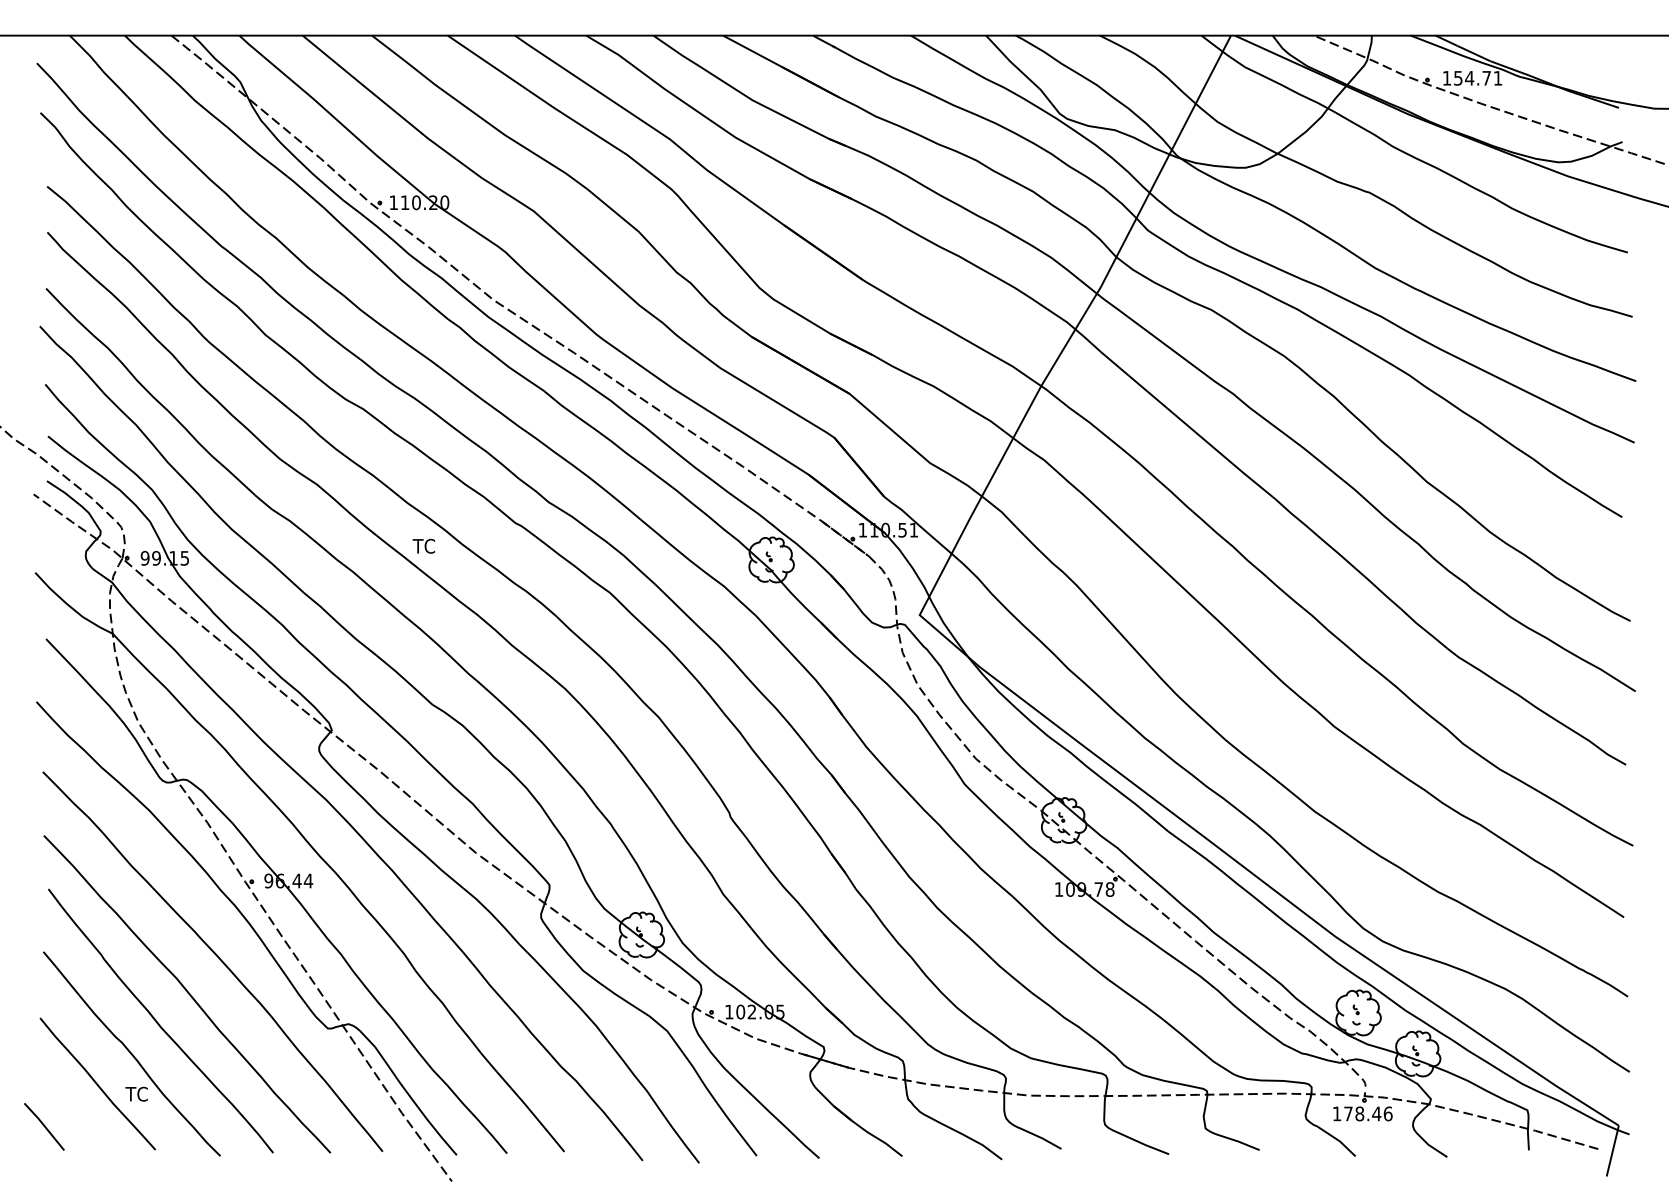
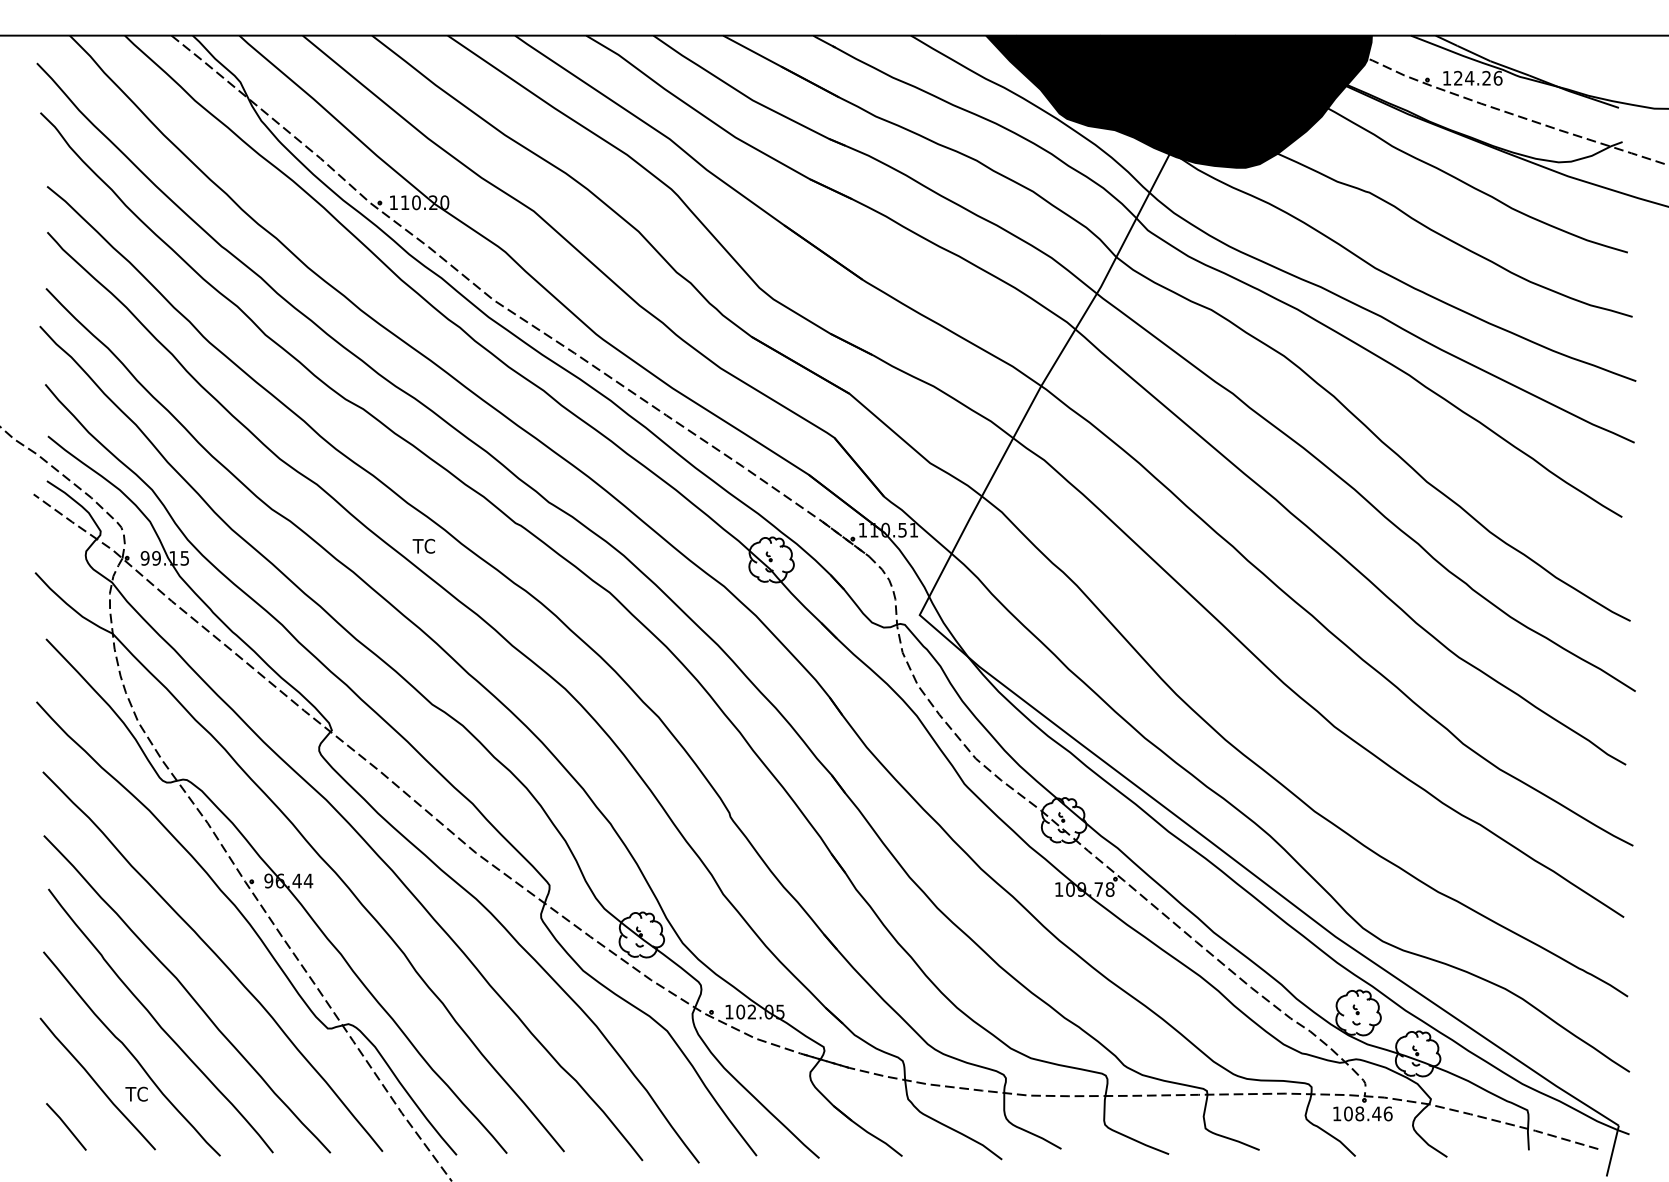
text at (1478, 77): 154.71 -> 124.26
fill at (1178, 101): none -> present
text at (1348, 1113): 178.46 -> 108.46
line at (44, 1126) position: (44, 1126) -> (66, 1126)
